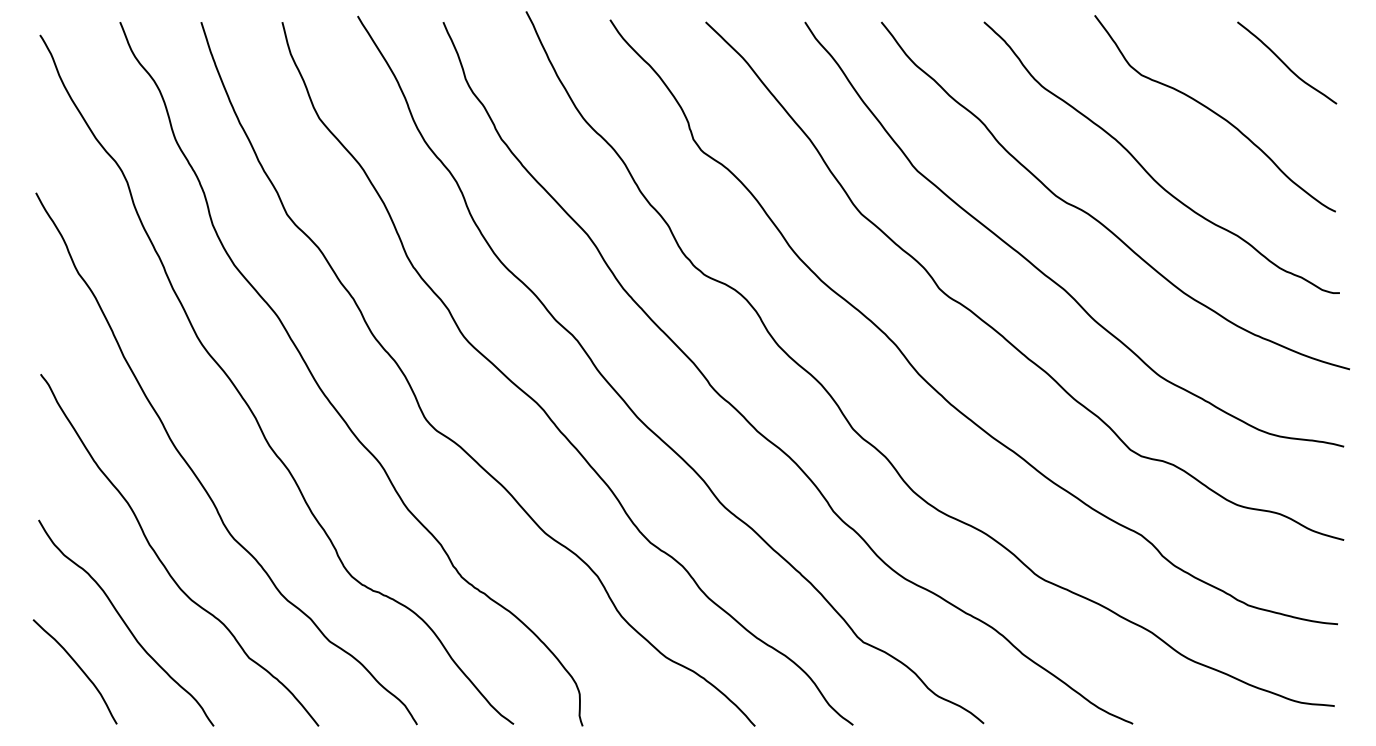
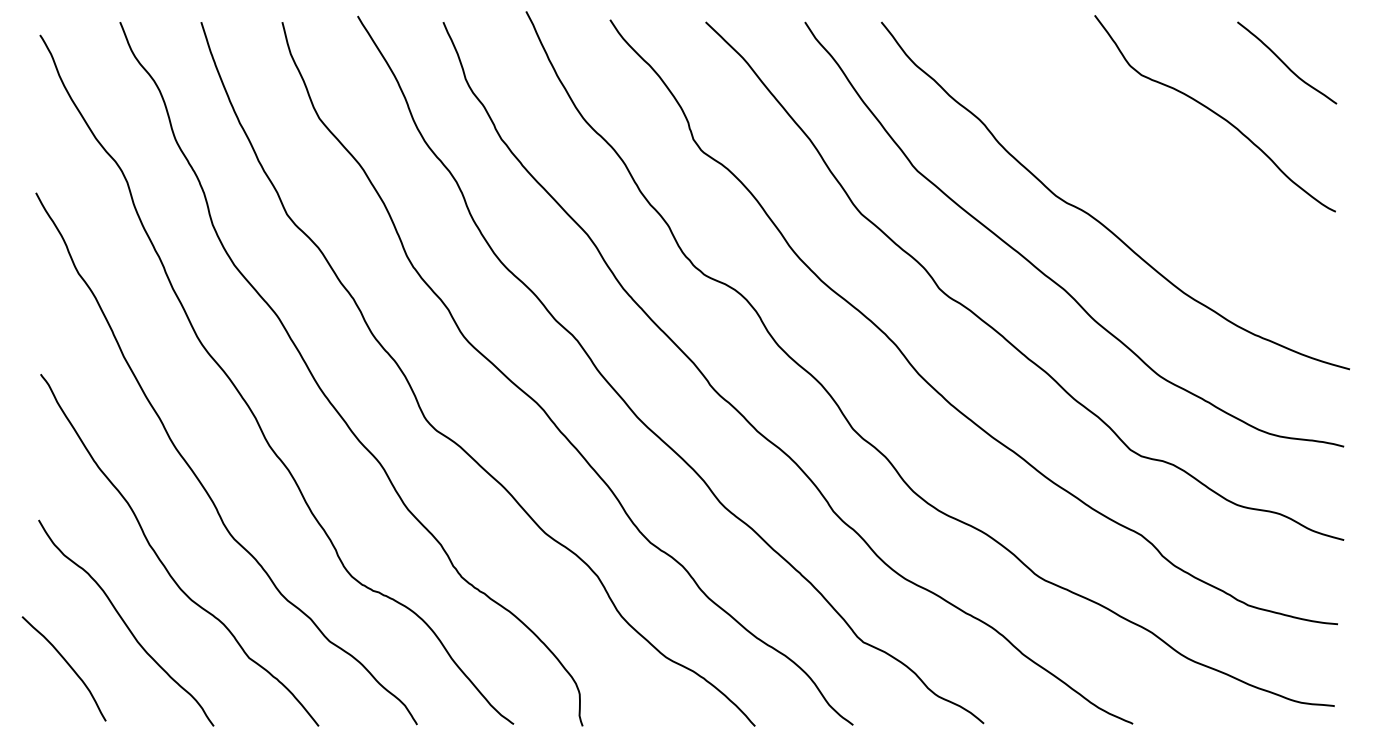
curve at (1147, 171): present -> none
curve at (78, 667) position: (78, 667) -> (67, 664)
